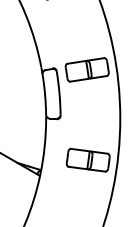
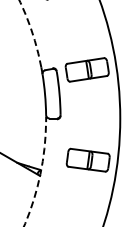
arc at (32, 32): solid -> dashed
arc at (40, 174): solid -> dashed
